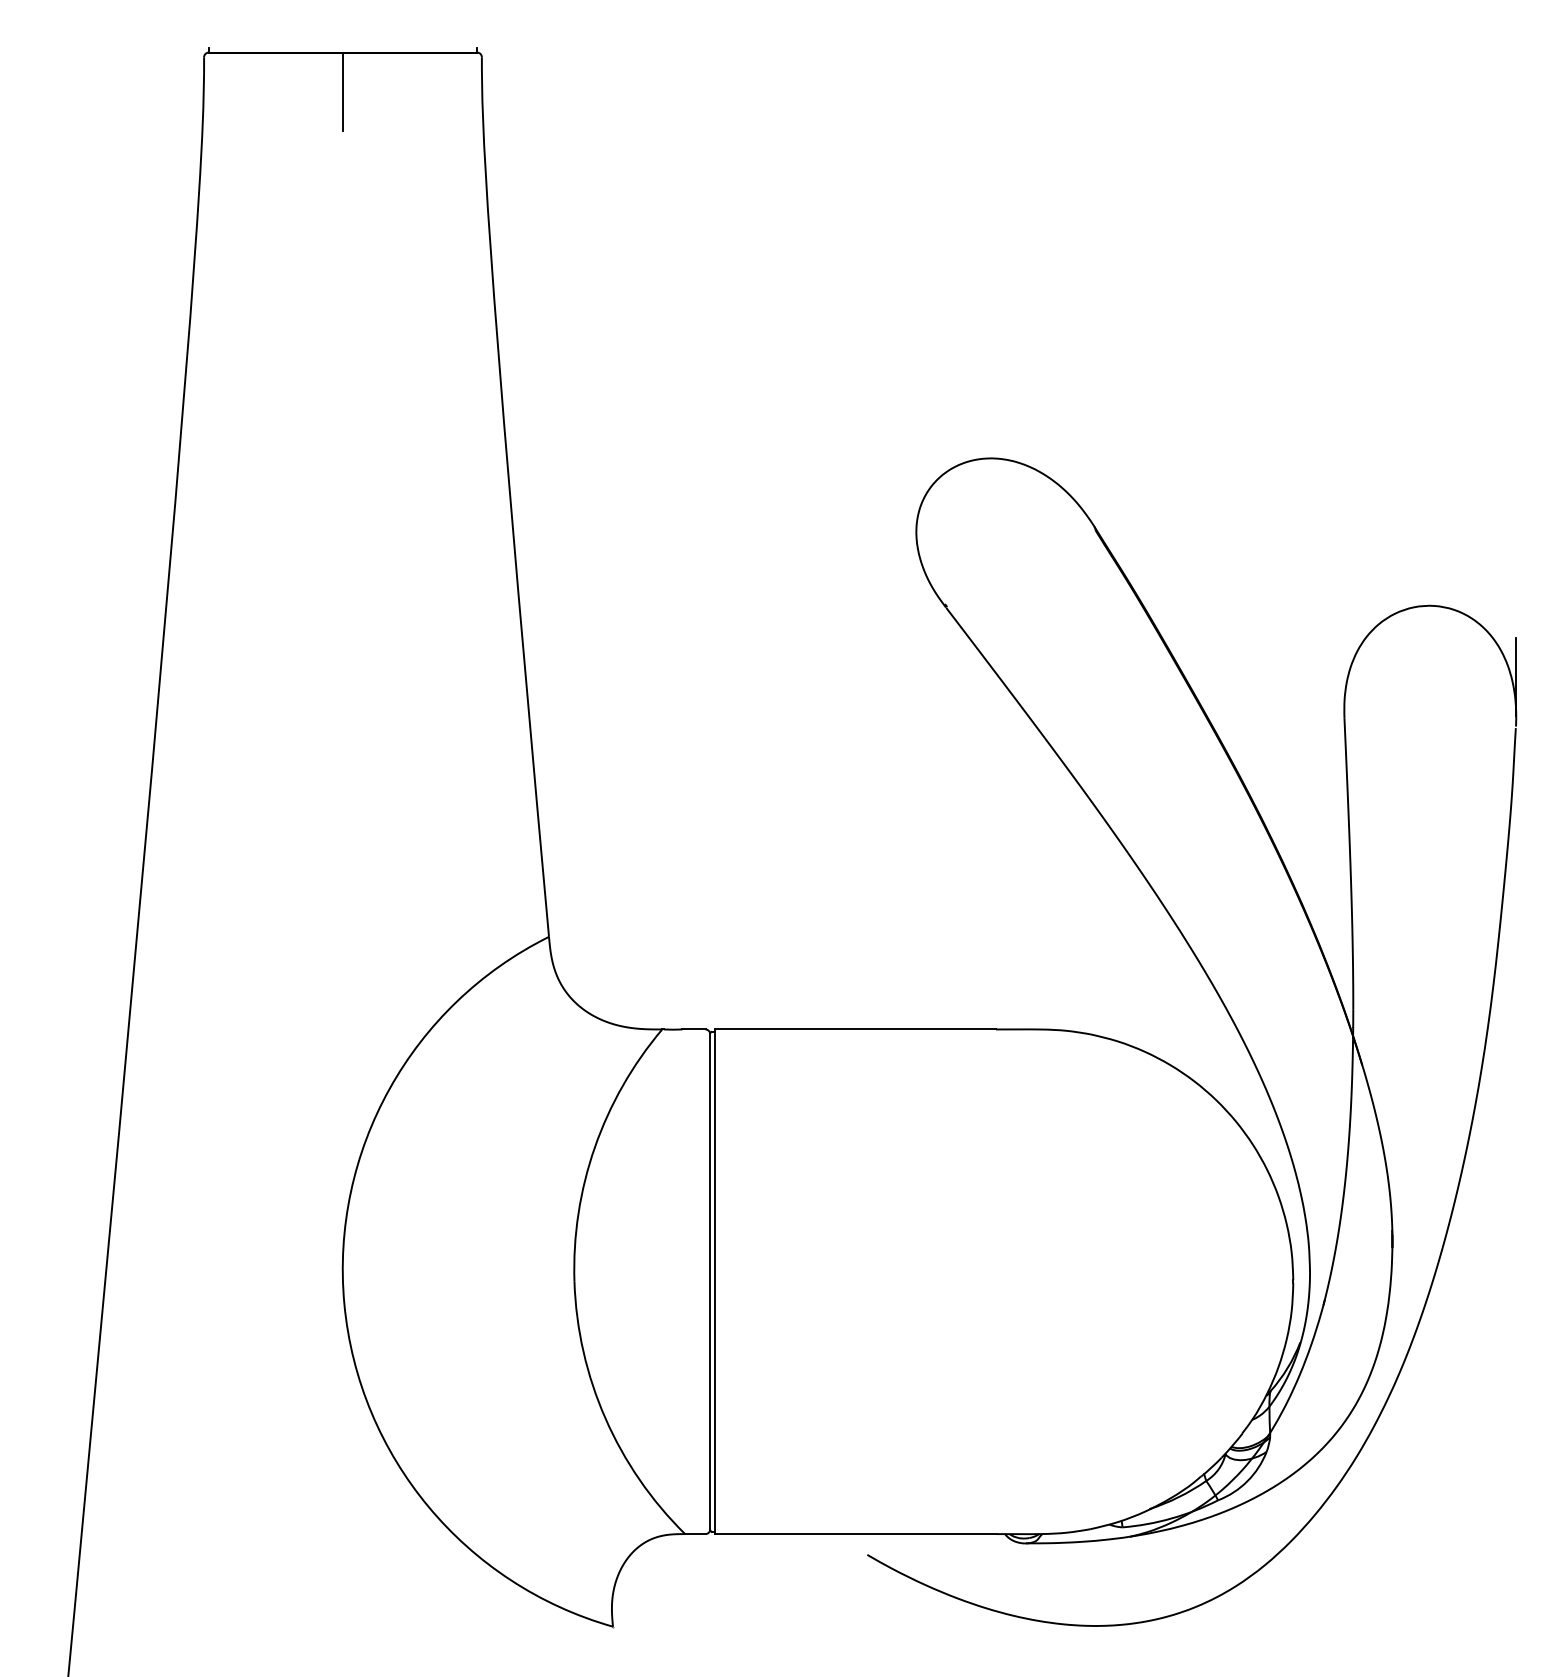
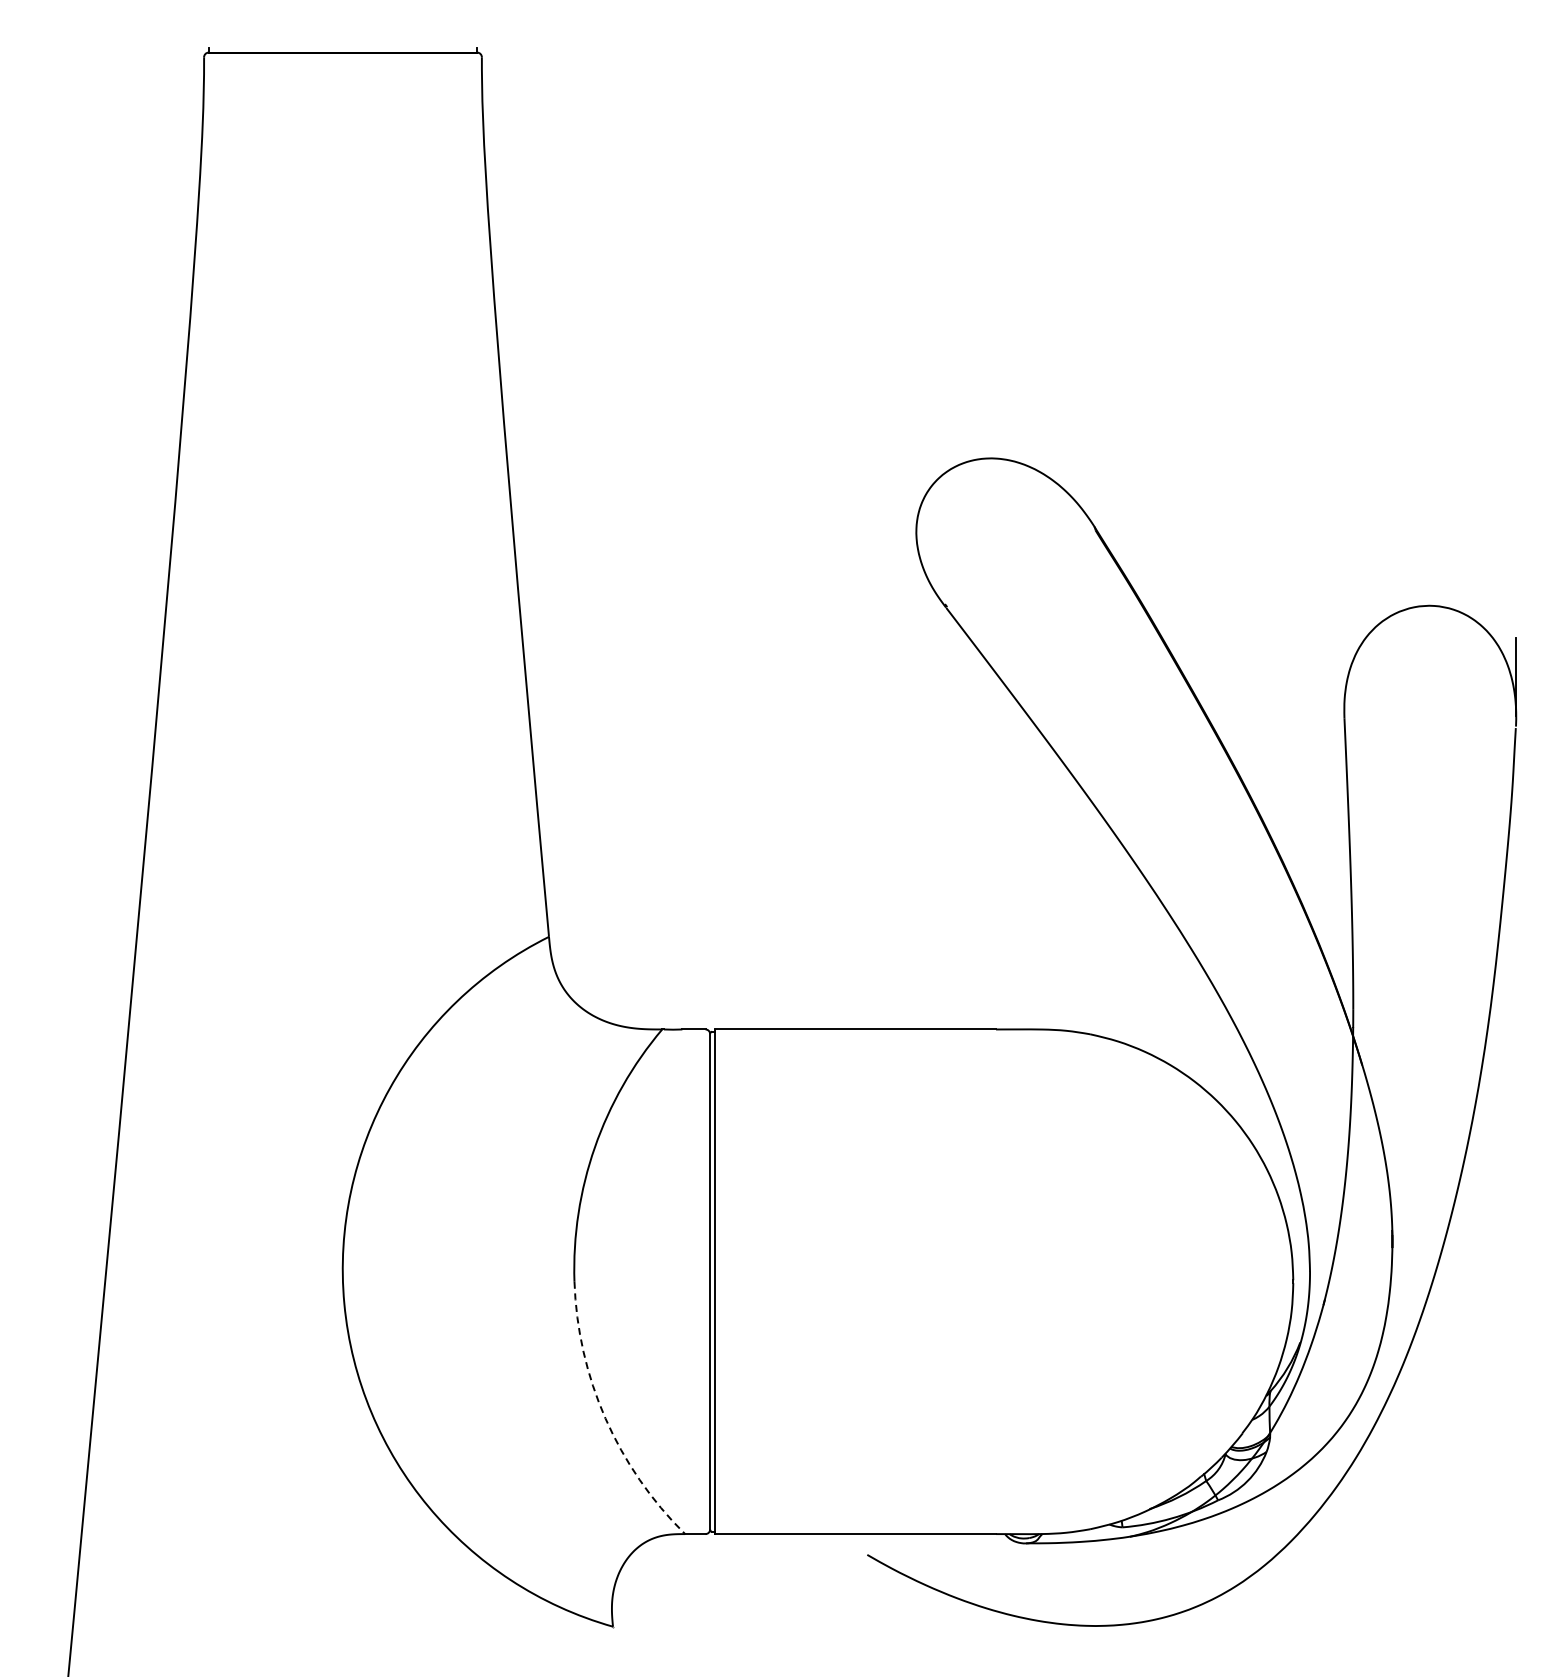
line at (343, 91): present -> none
arc at (605, 1418): solid -> dashed
